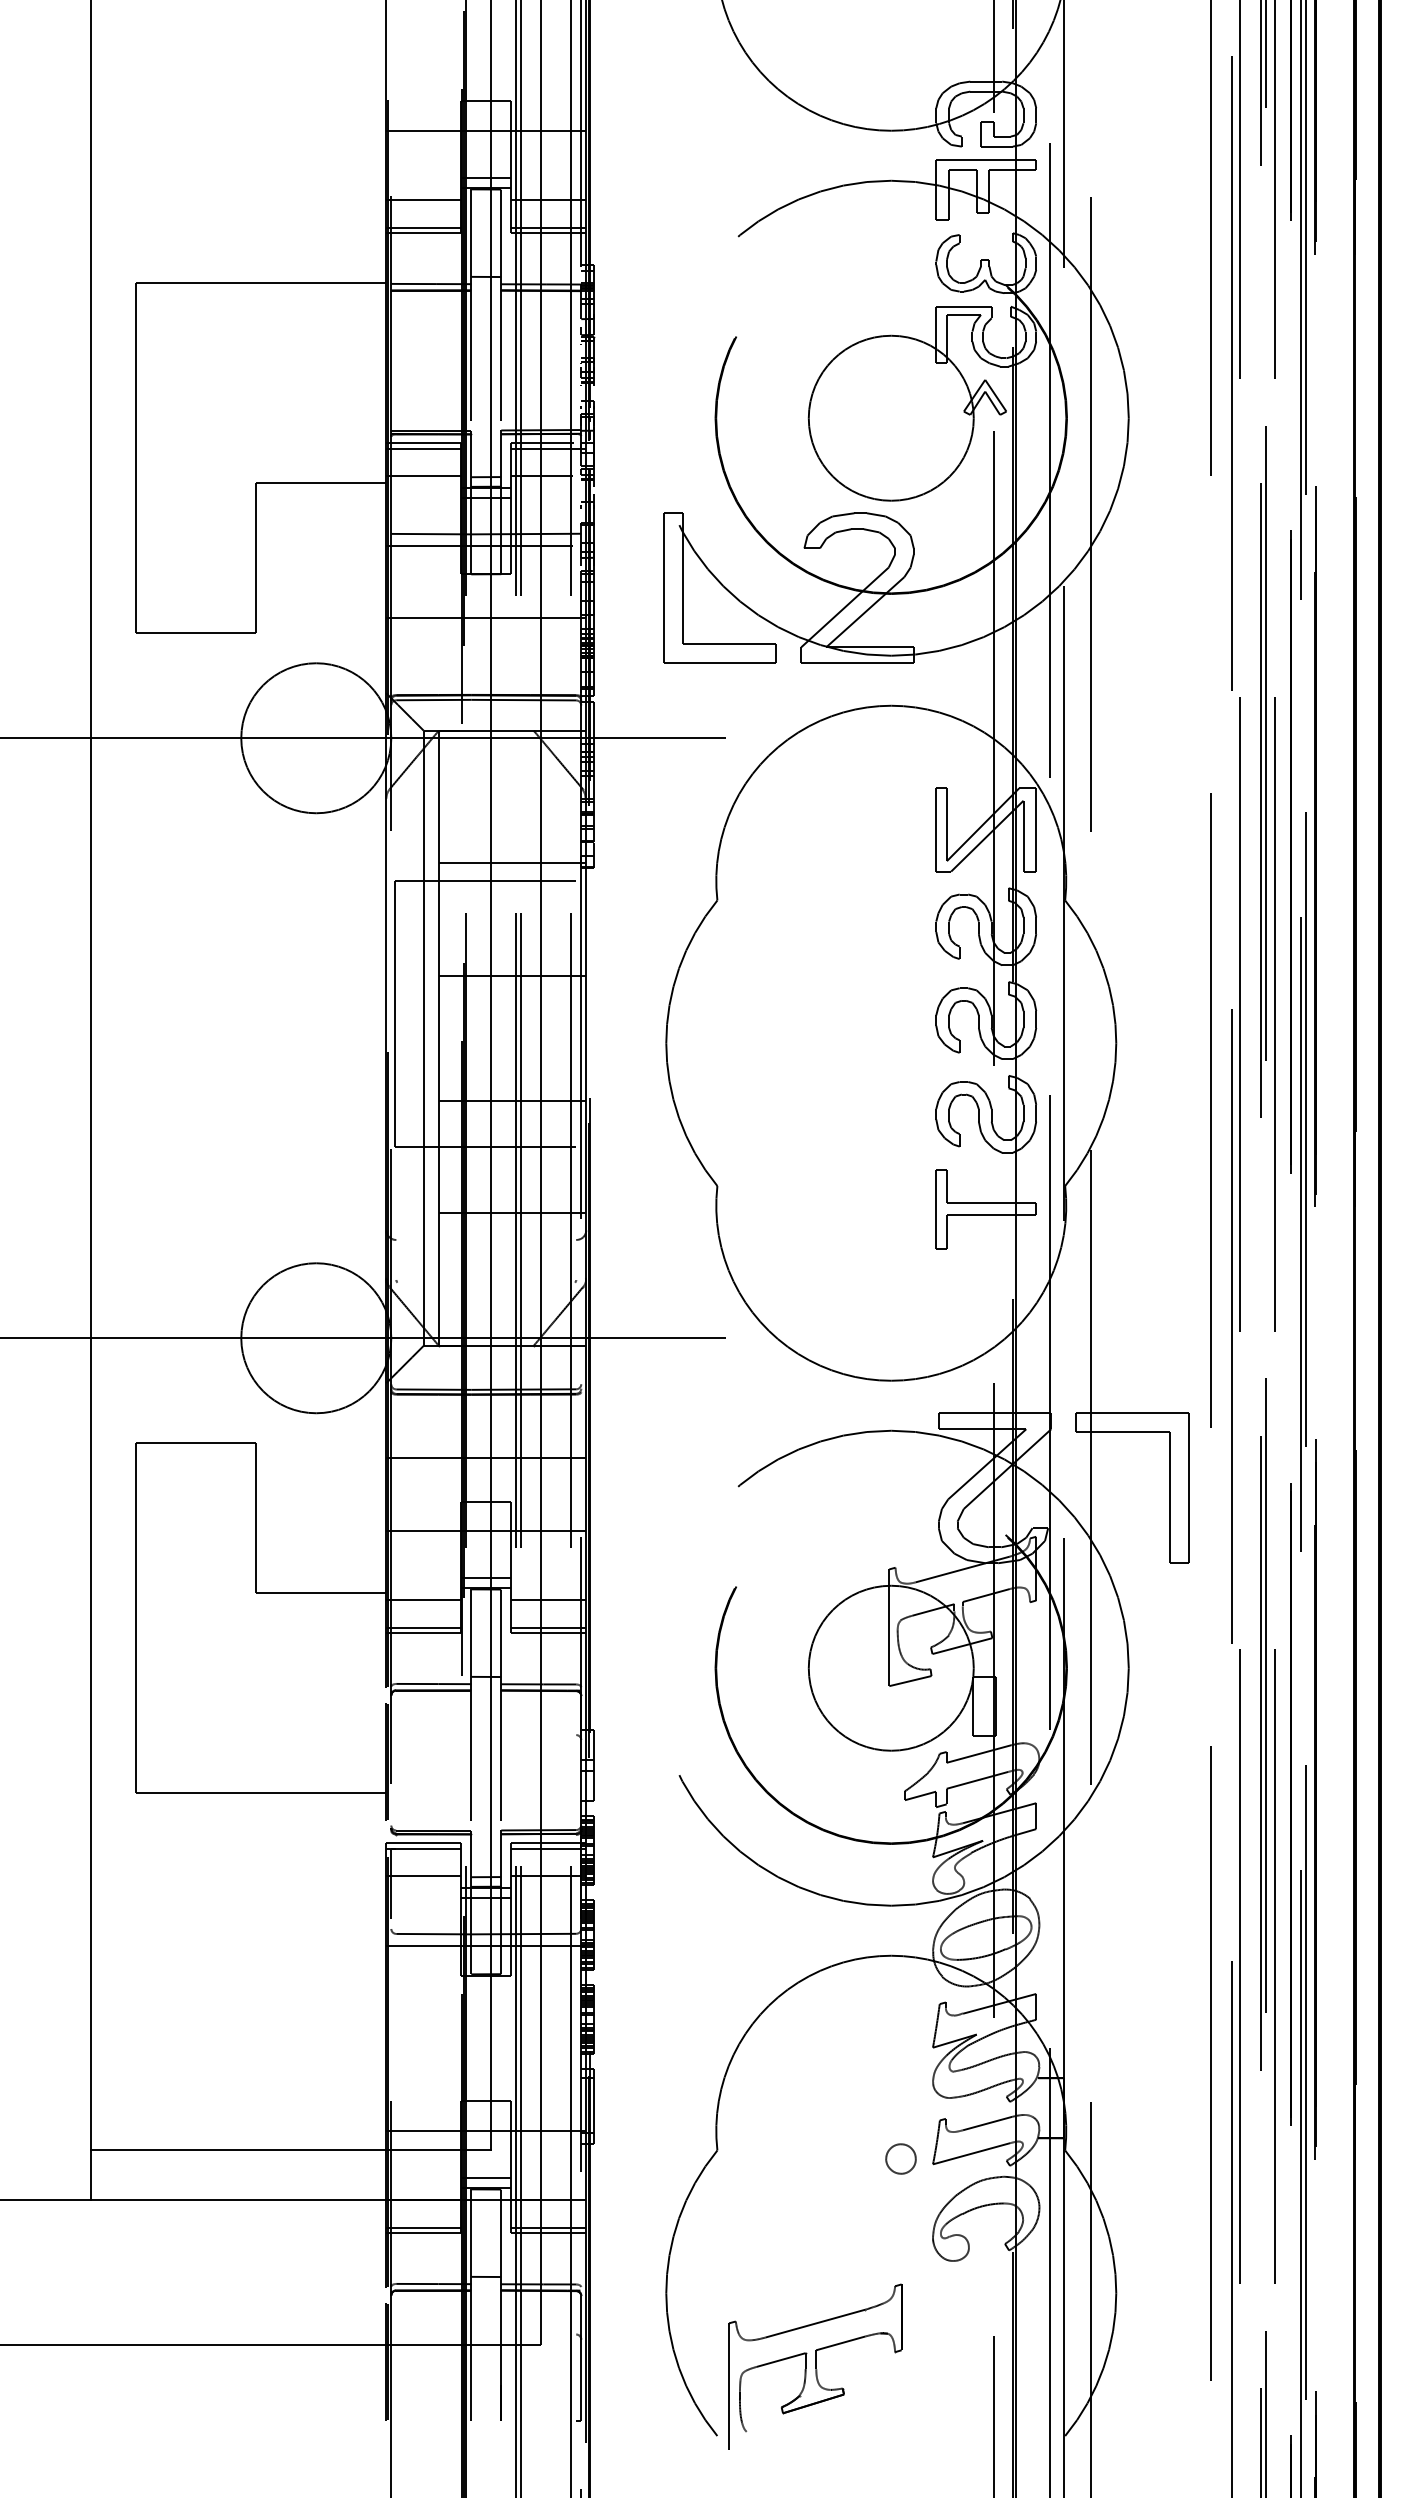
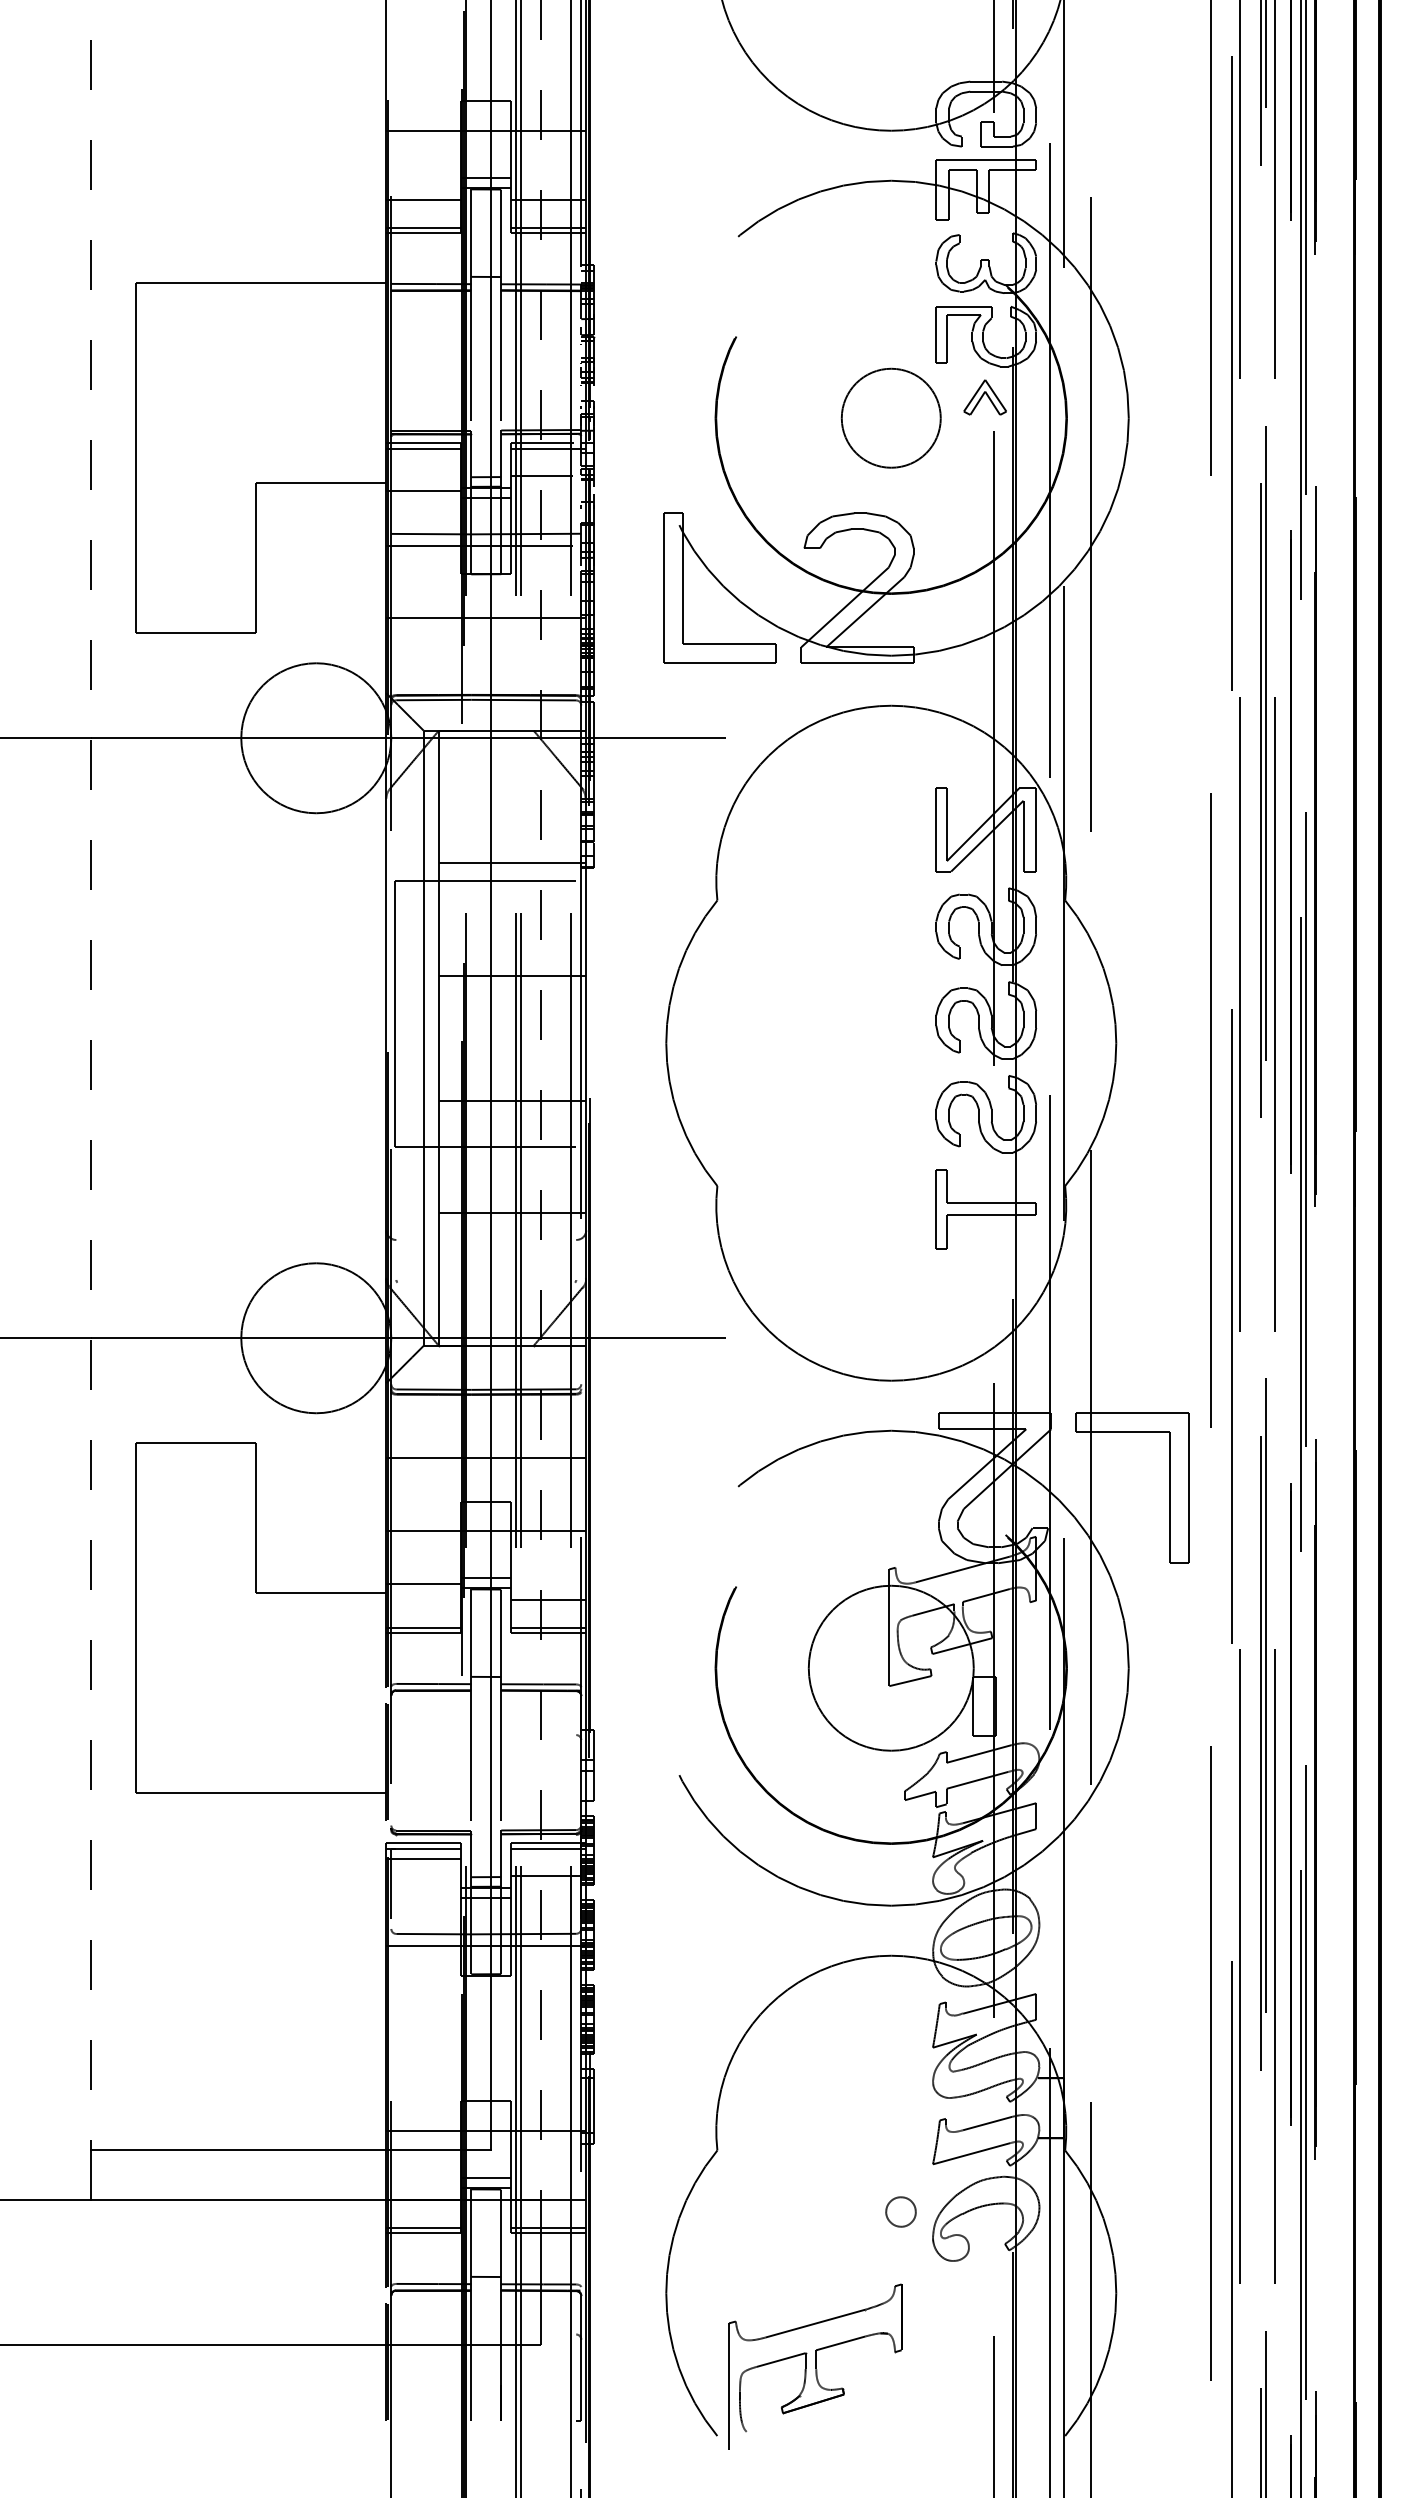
circle at (890, 417) diameter: 165 px -> 99 px
line at (423, 476) position: (423, 476) -> (423, 491)
line at (91, 1075): solid -> dashed
line at (541, 1100): solid -> dashed
line at (423, 1600) position: (423, 1600) -> (423, 1584)
line at (423, 1876) position: (423, 1876) -> (423, 1859)
part at (900, 2158) position: (900, 2158) -> (900, 2211)
